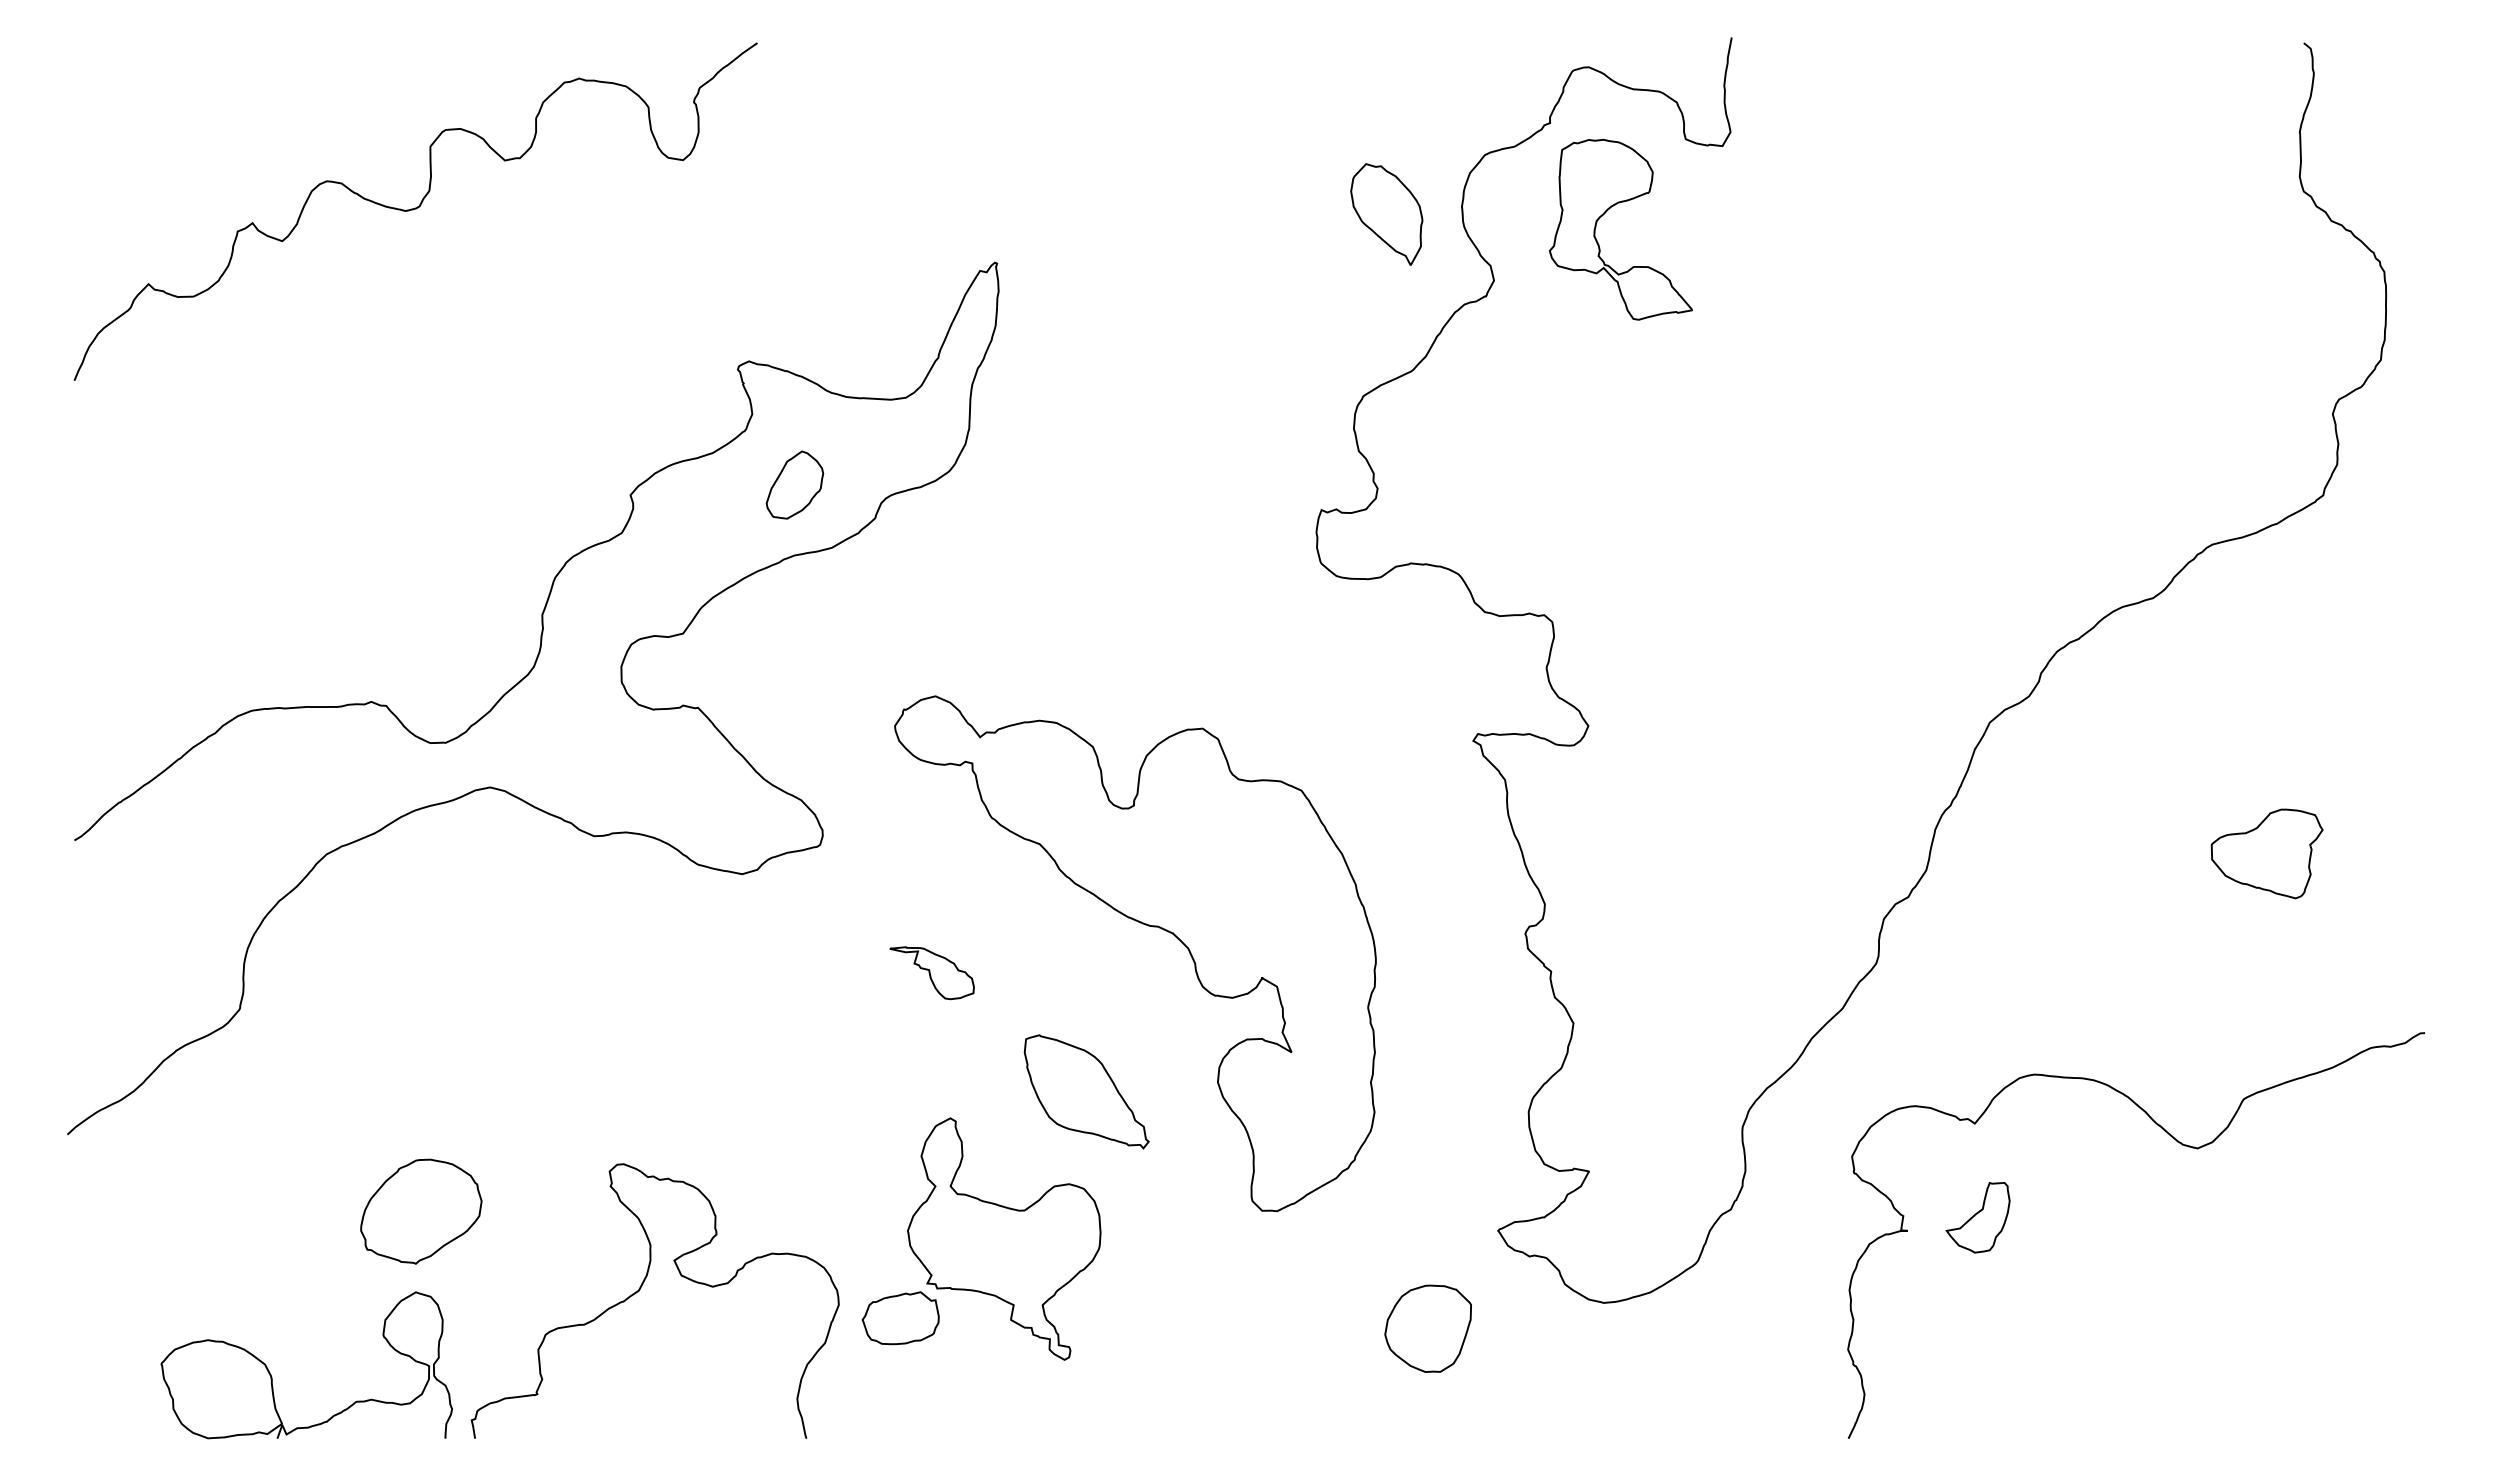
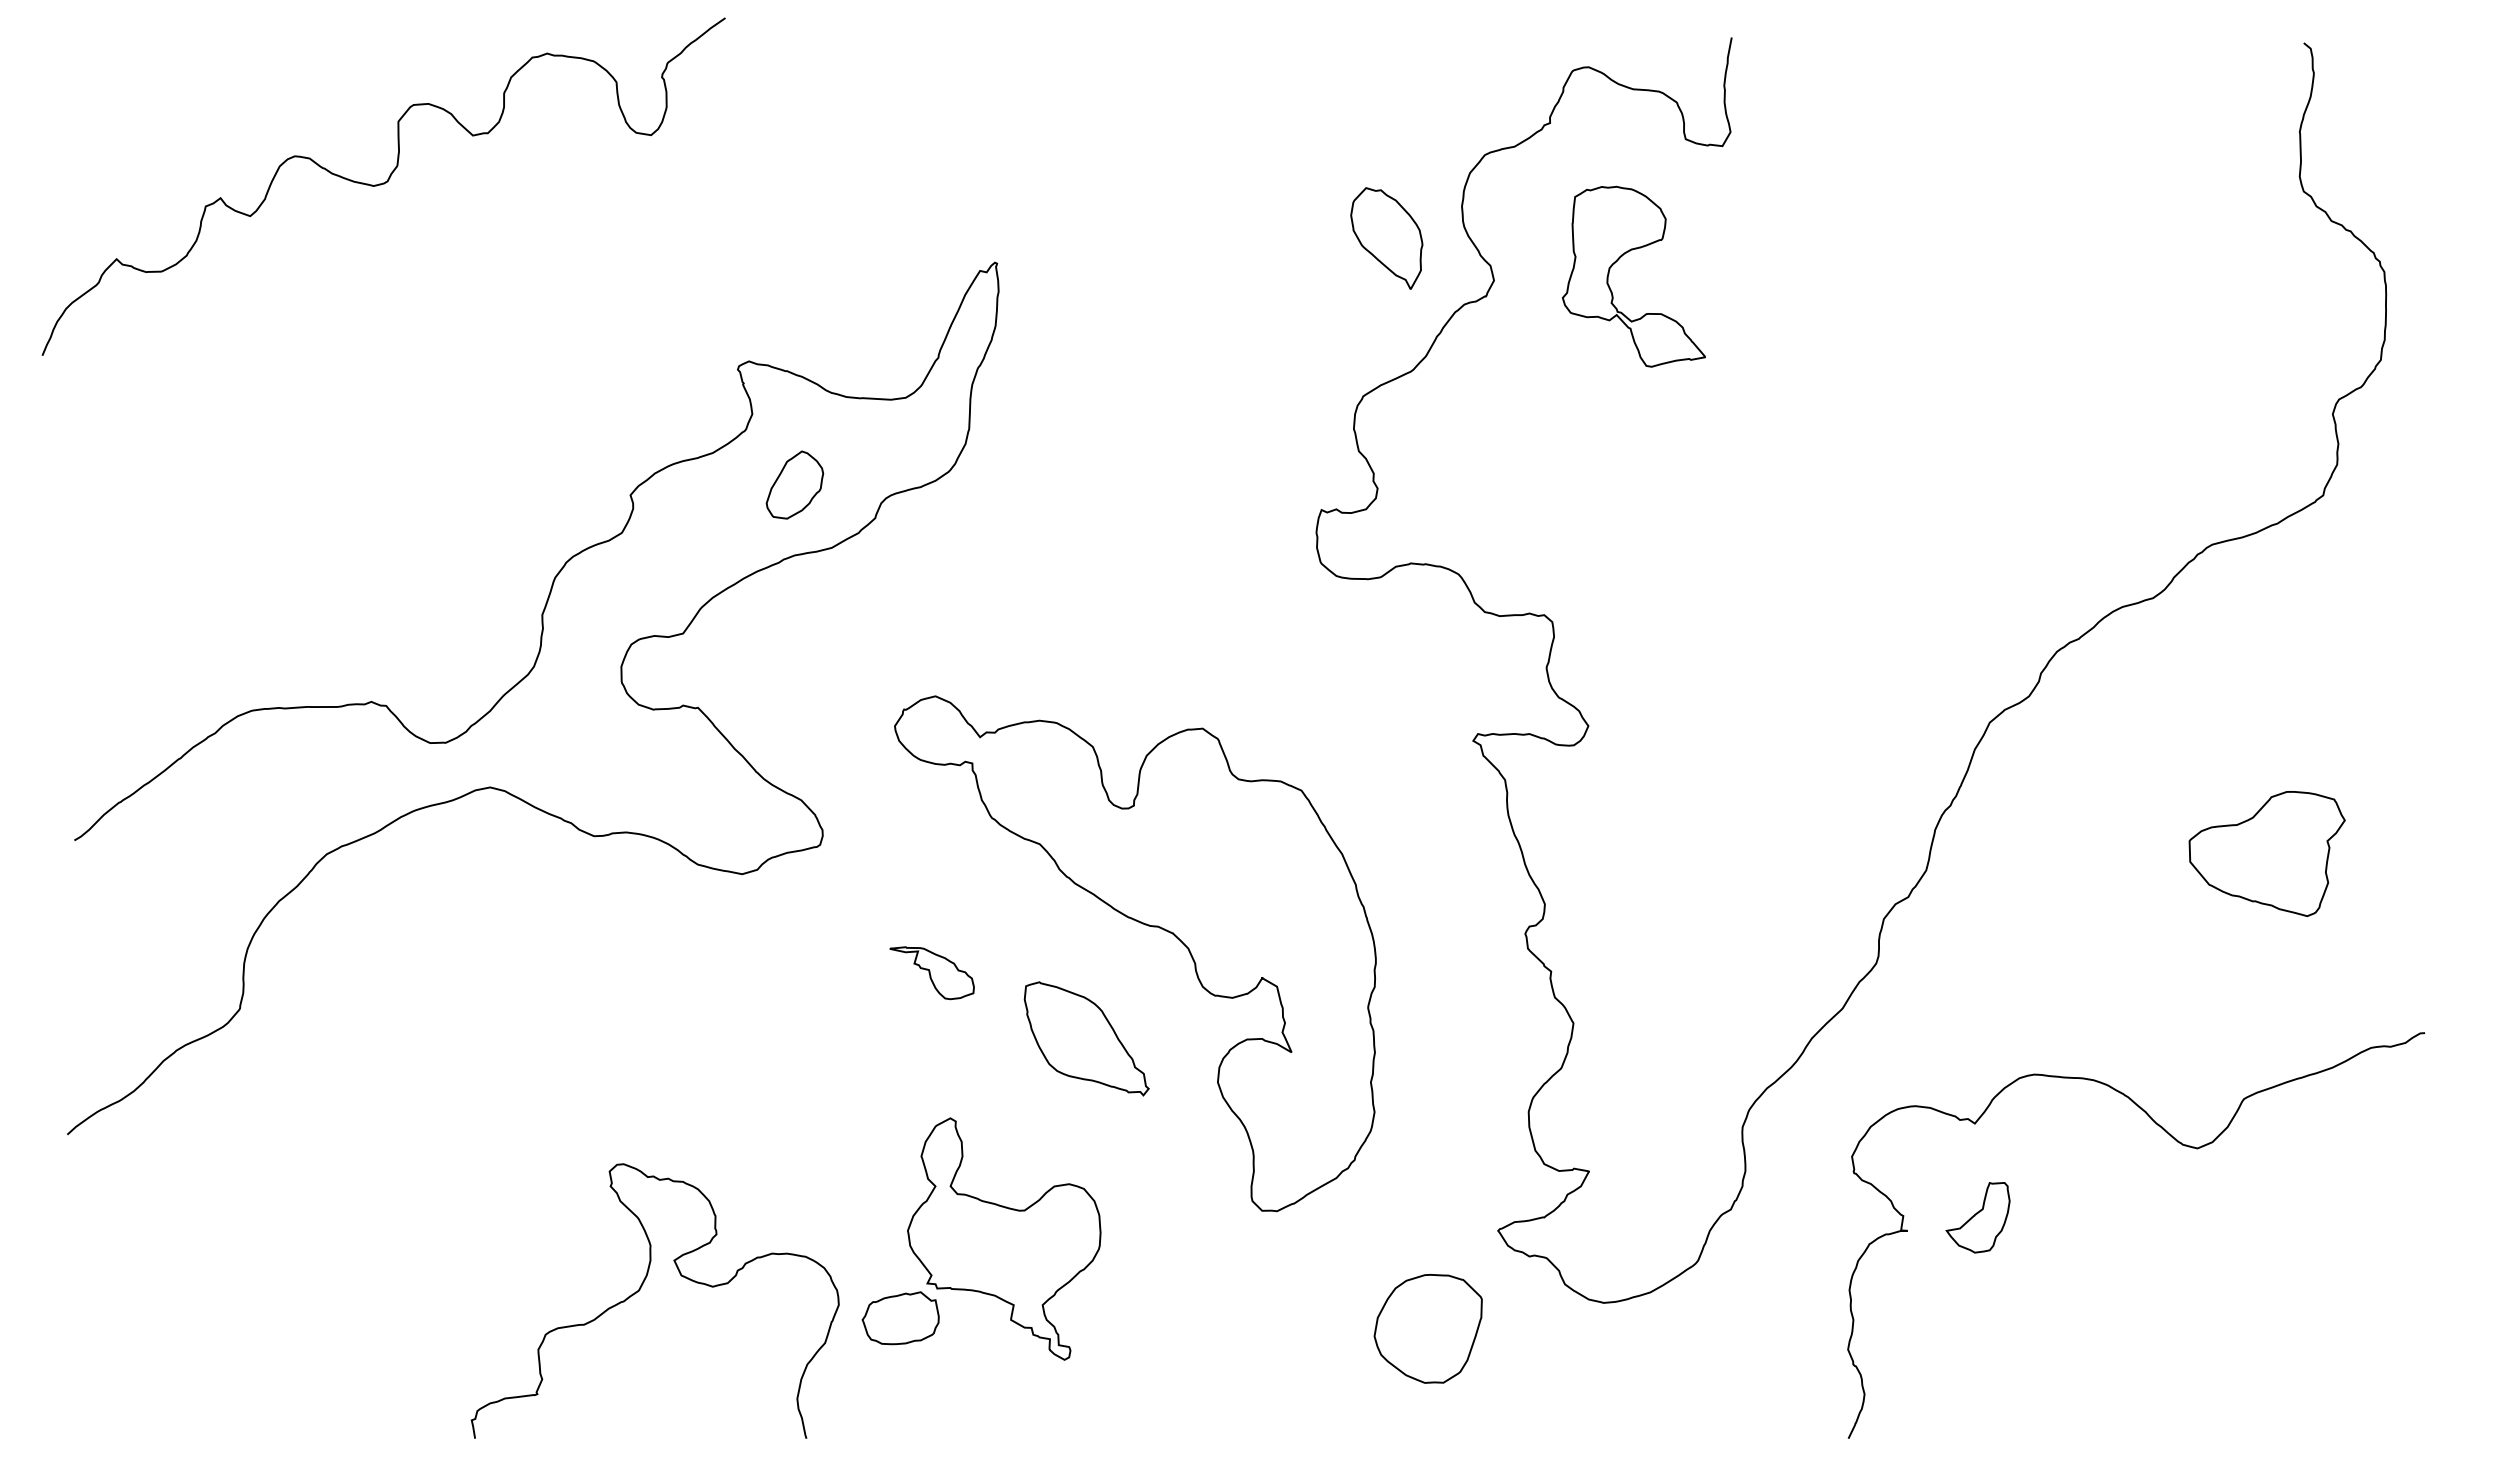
curve at (415, 209) position: (415, 209) -> (383, 184)
part at (1605, 213) position: (1605, 213) -> (1618, 260)
part at (1386, 214) position: (1386, 214) -> (1386, 238)
part at (2266, 853) size: 114x92 px -> 158x126 px
part at (1086, 1091) position: (1086, 1091) -> (1086, 1038)
part at (421, 1211): present -> none
part at (1427, 1328) size: 88x89 px -> 110x110 px
part at (272, 1377): present -> none
